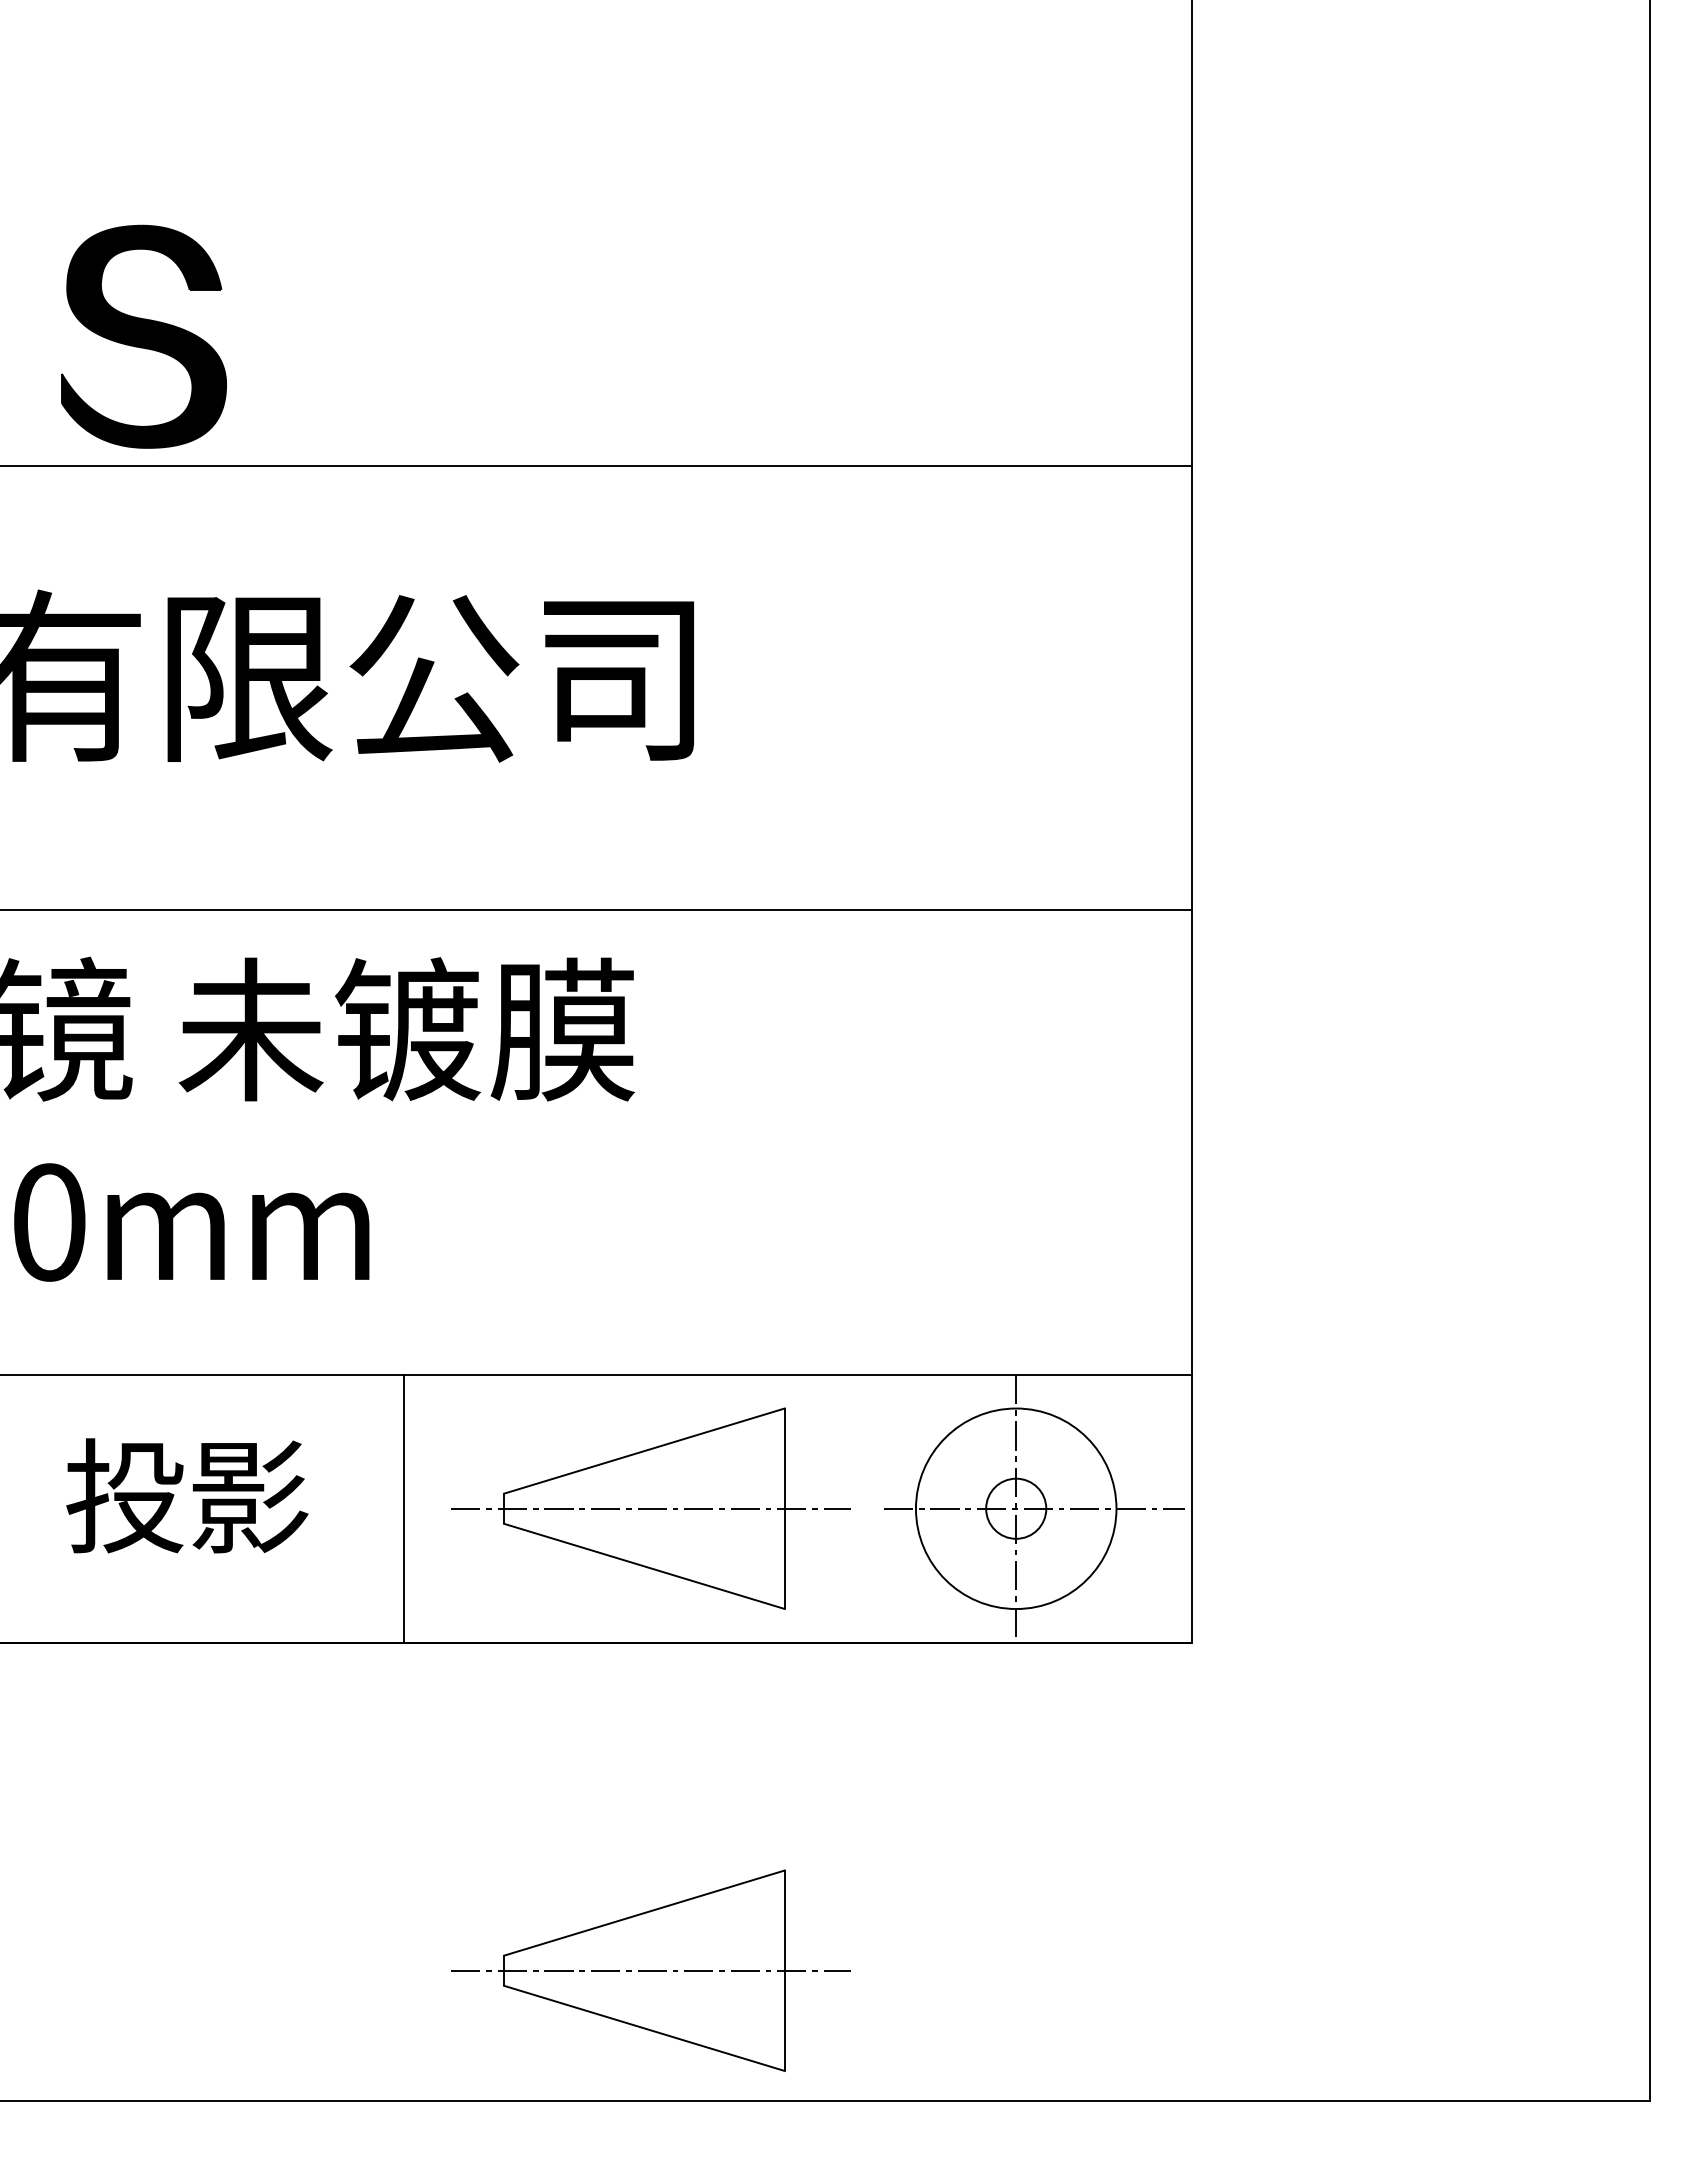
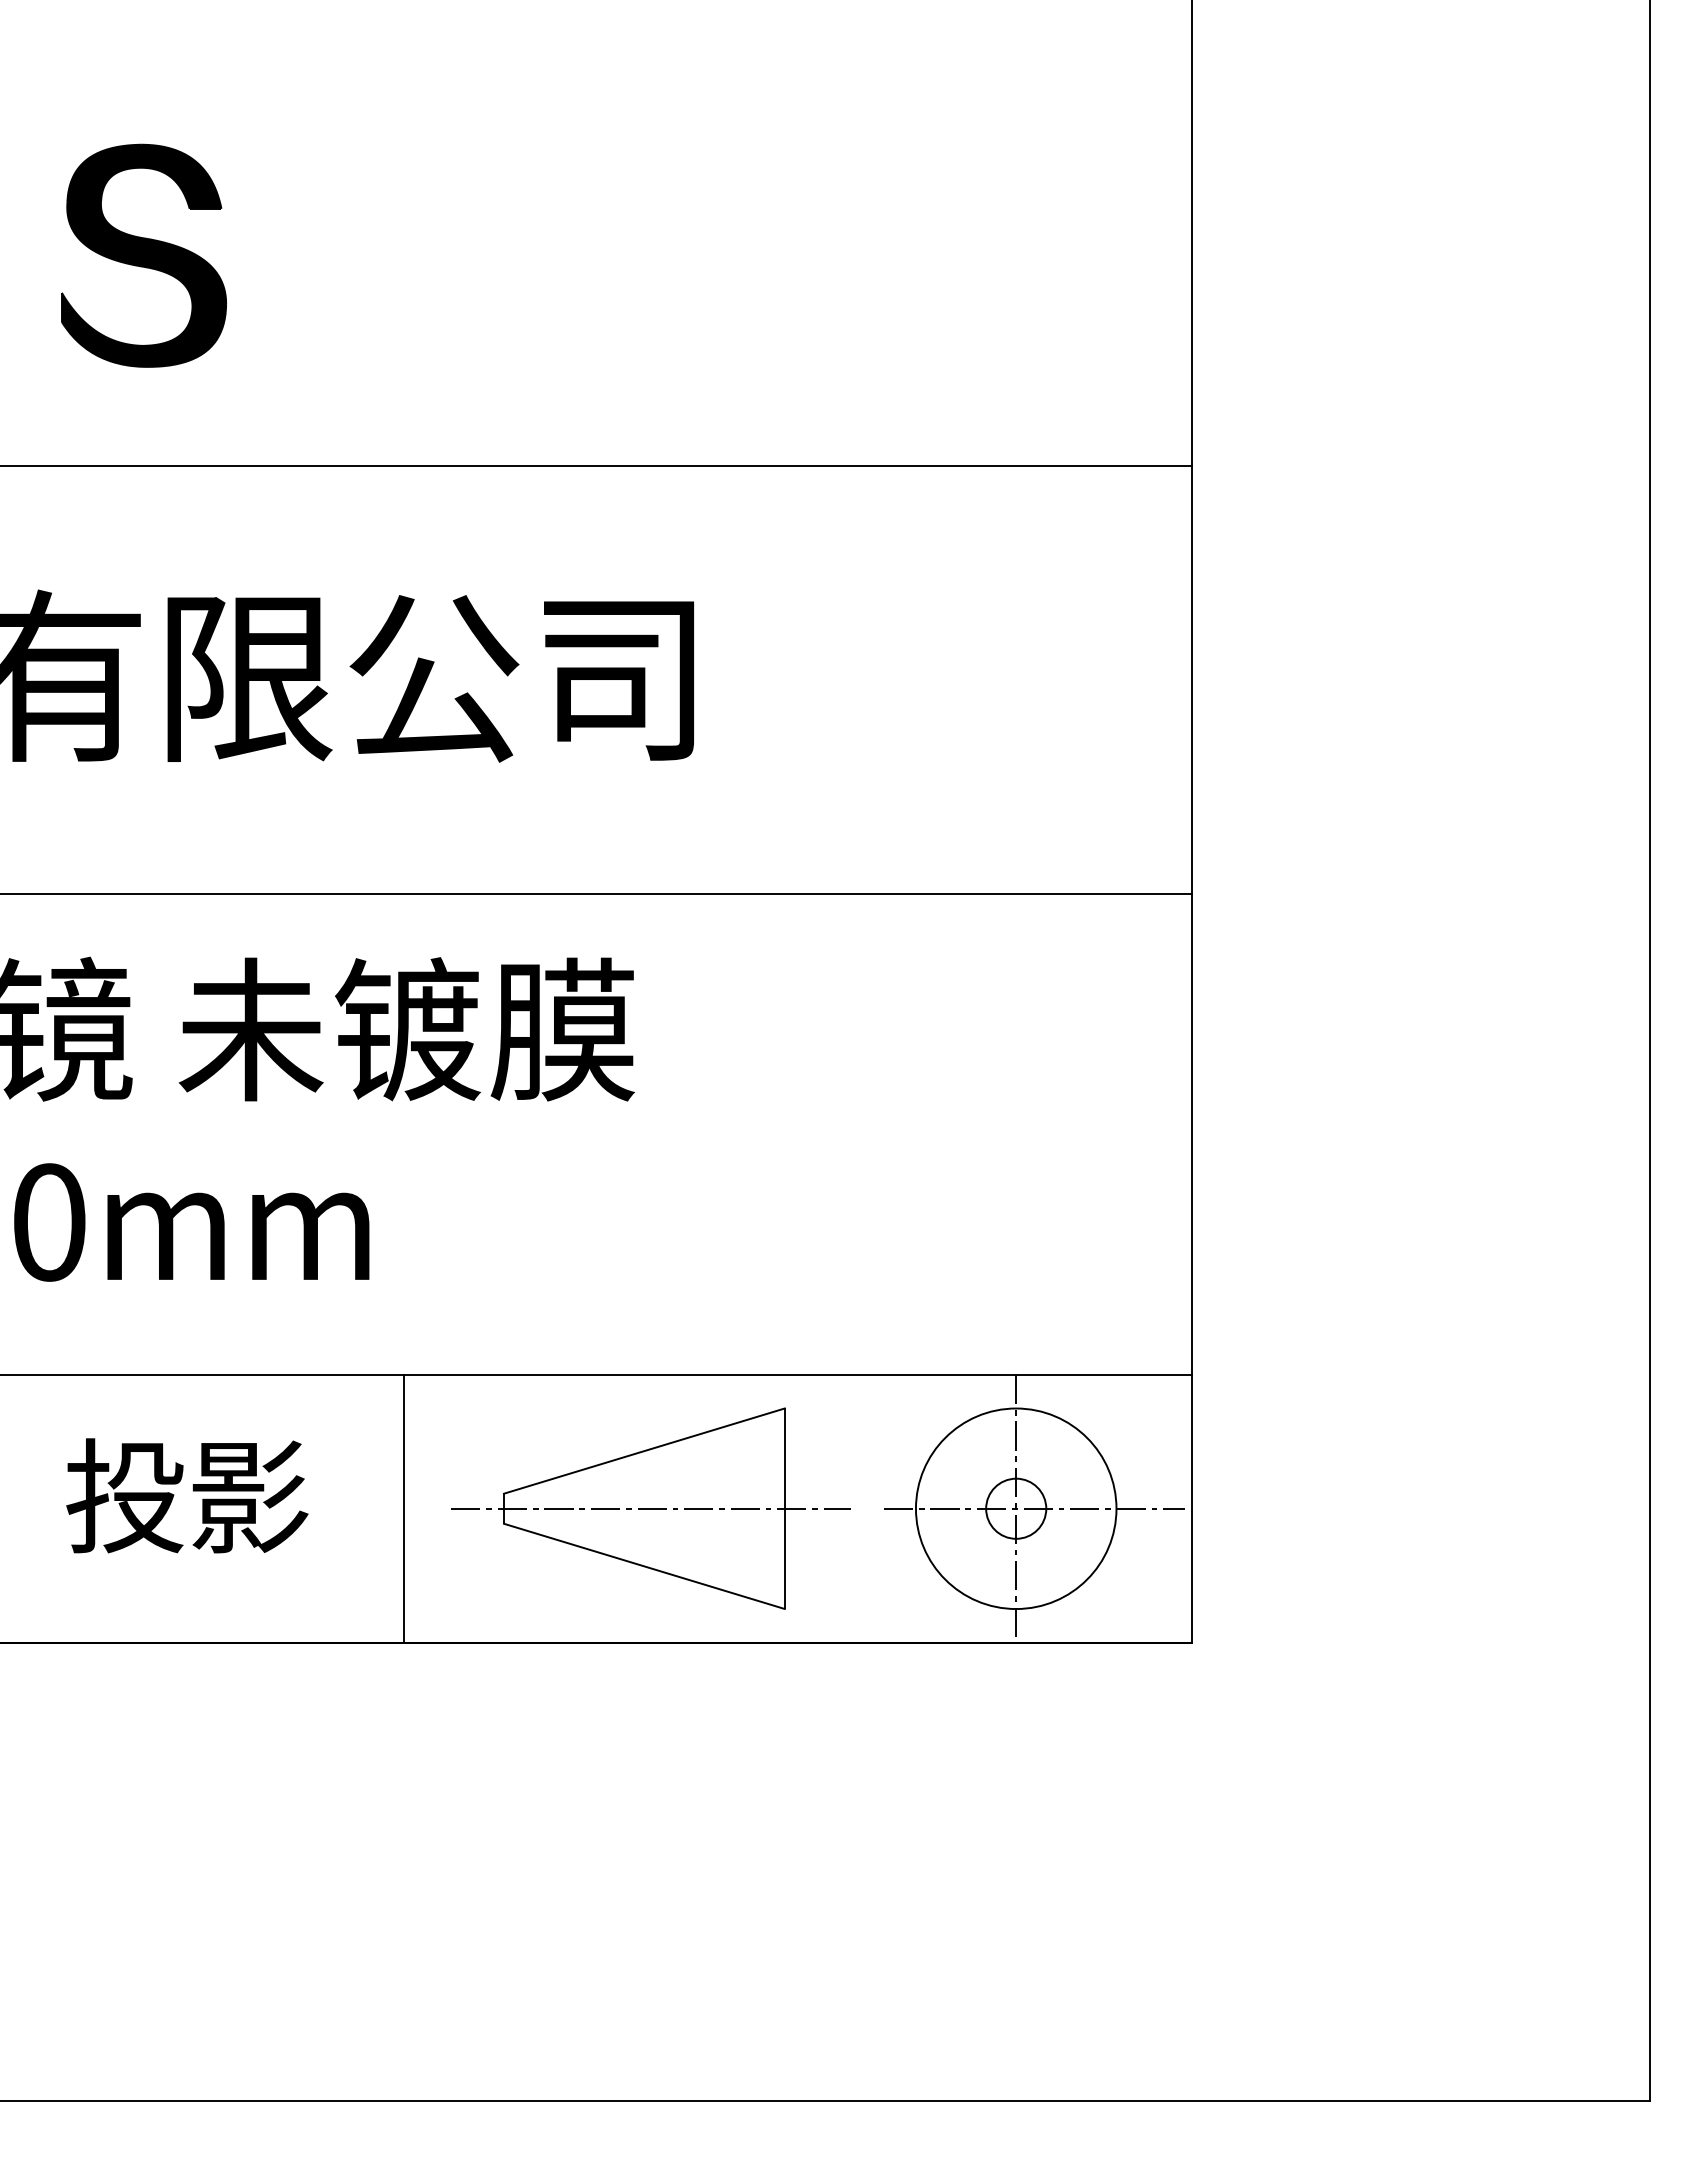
part at (143, 336) position: (143, 336) -> (143, 255)
line at (596, 909) position: (596, 909) -> (596, 893)
part at (650, 1970): present -> none
